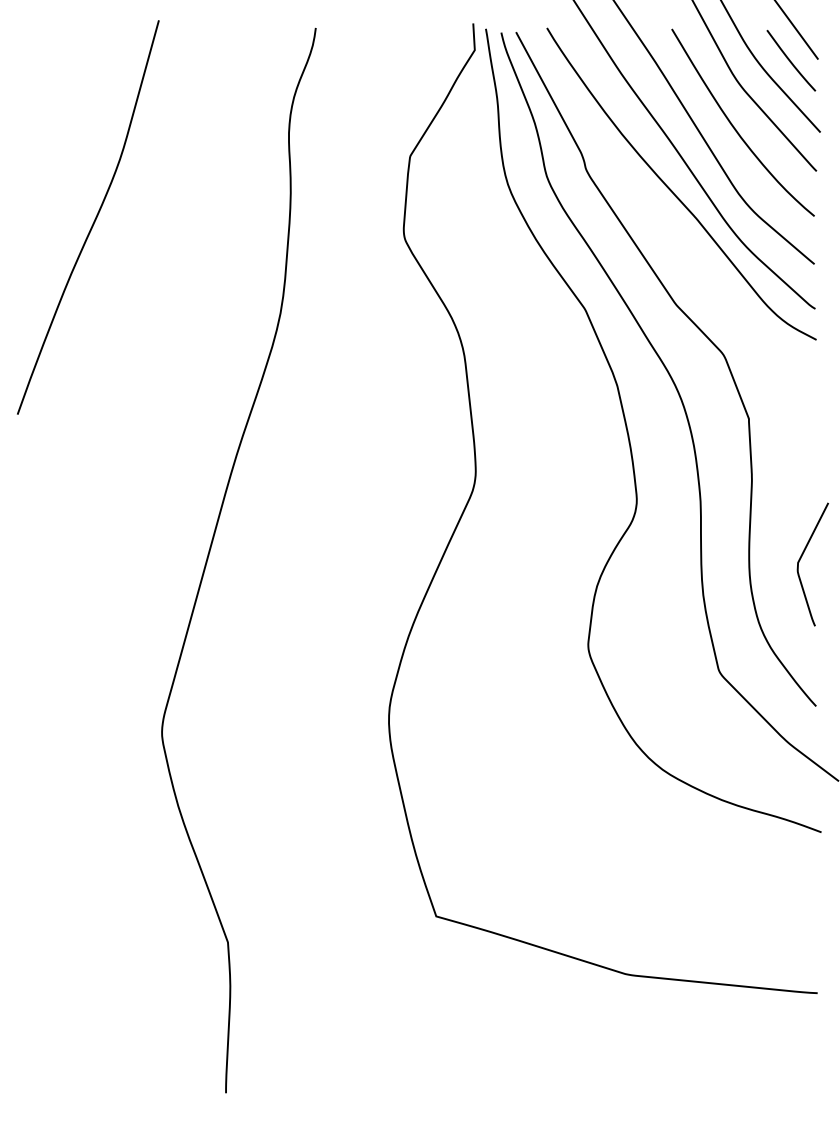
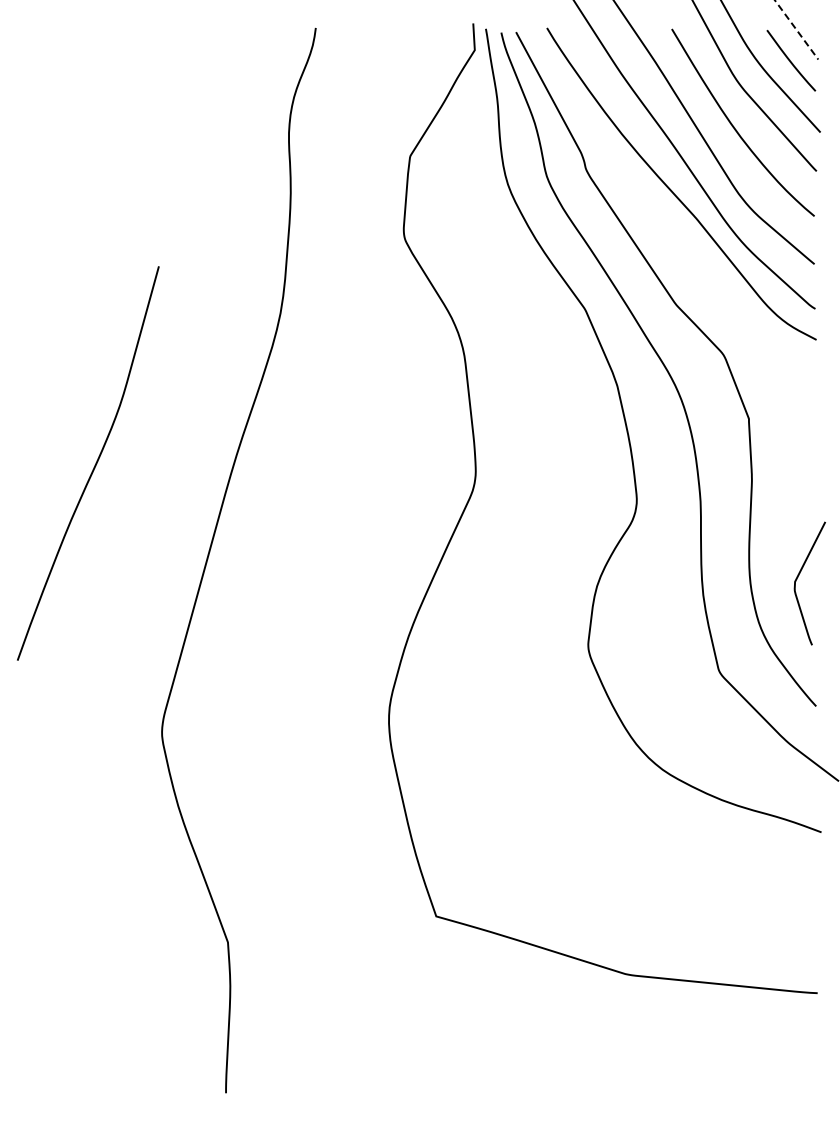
line at (796, 29): solid -> dashed
curve at (94, 219) position: (94, 219) -> (94, 465)
curve at (801, 558) position: (801, 558) -> (798, 577)
